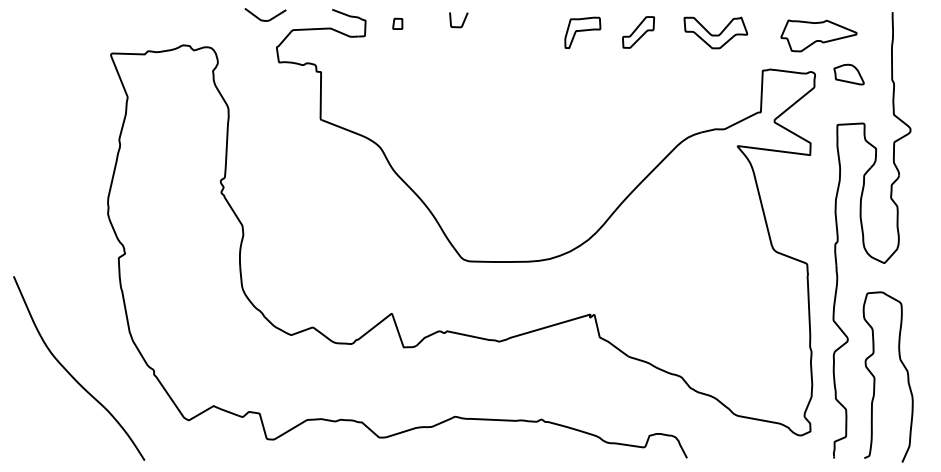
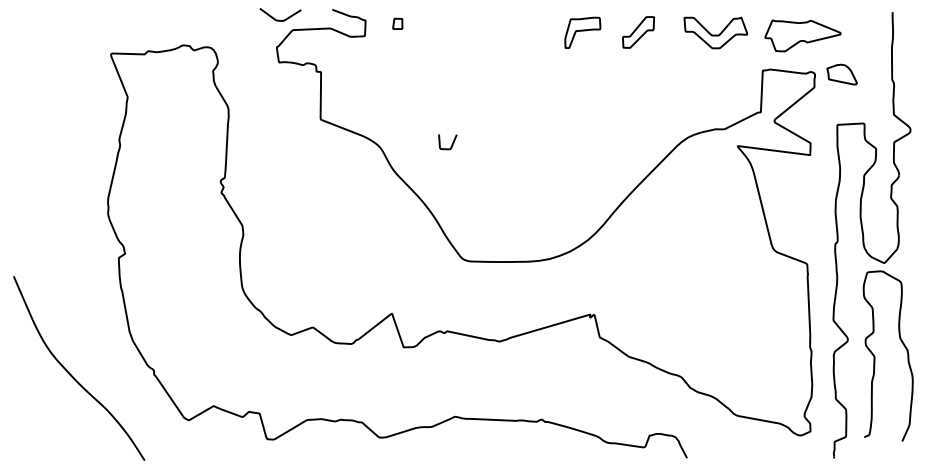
curve at (263, 19) position: (263, 19) -> (278, 19)
curve at (462, 22) position: (462, 22) -> (451, 144)
part at (818, 35) position: (818, 35) -> (802, 35)
part at (848, 74) position: (848, 74) -> (841, 74)
part at (875, 377) position: (875, 377) -> (875, 356)
